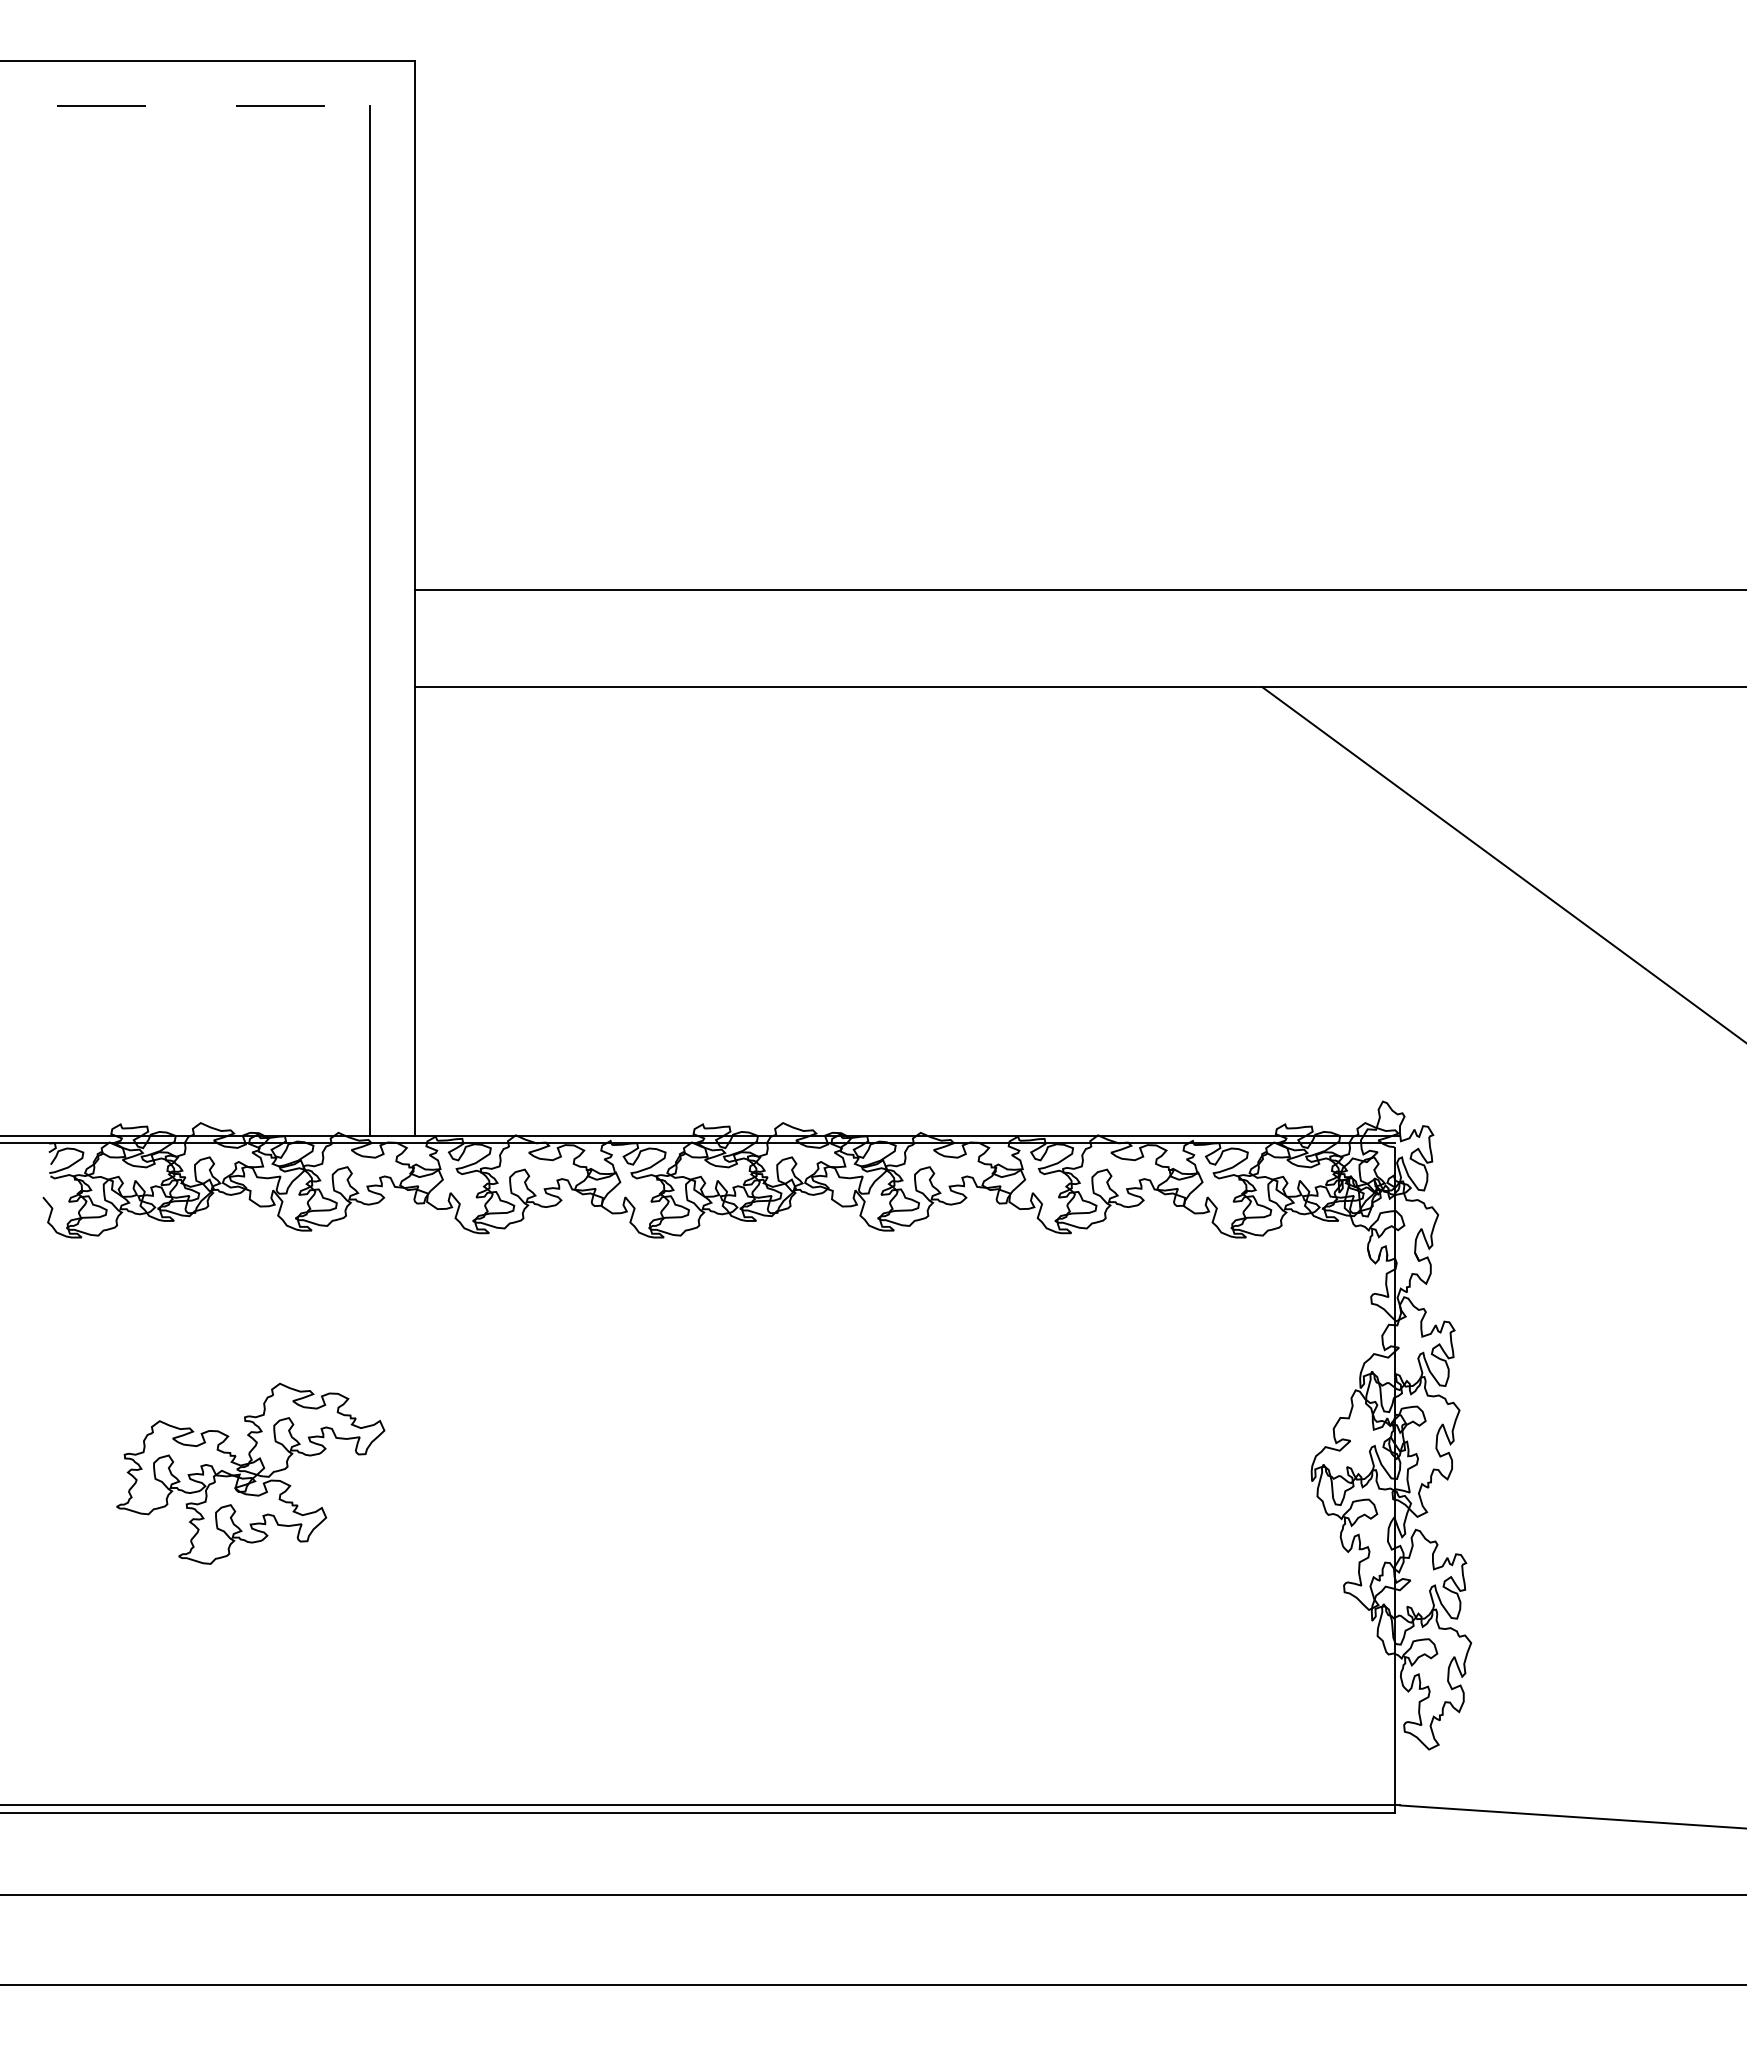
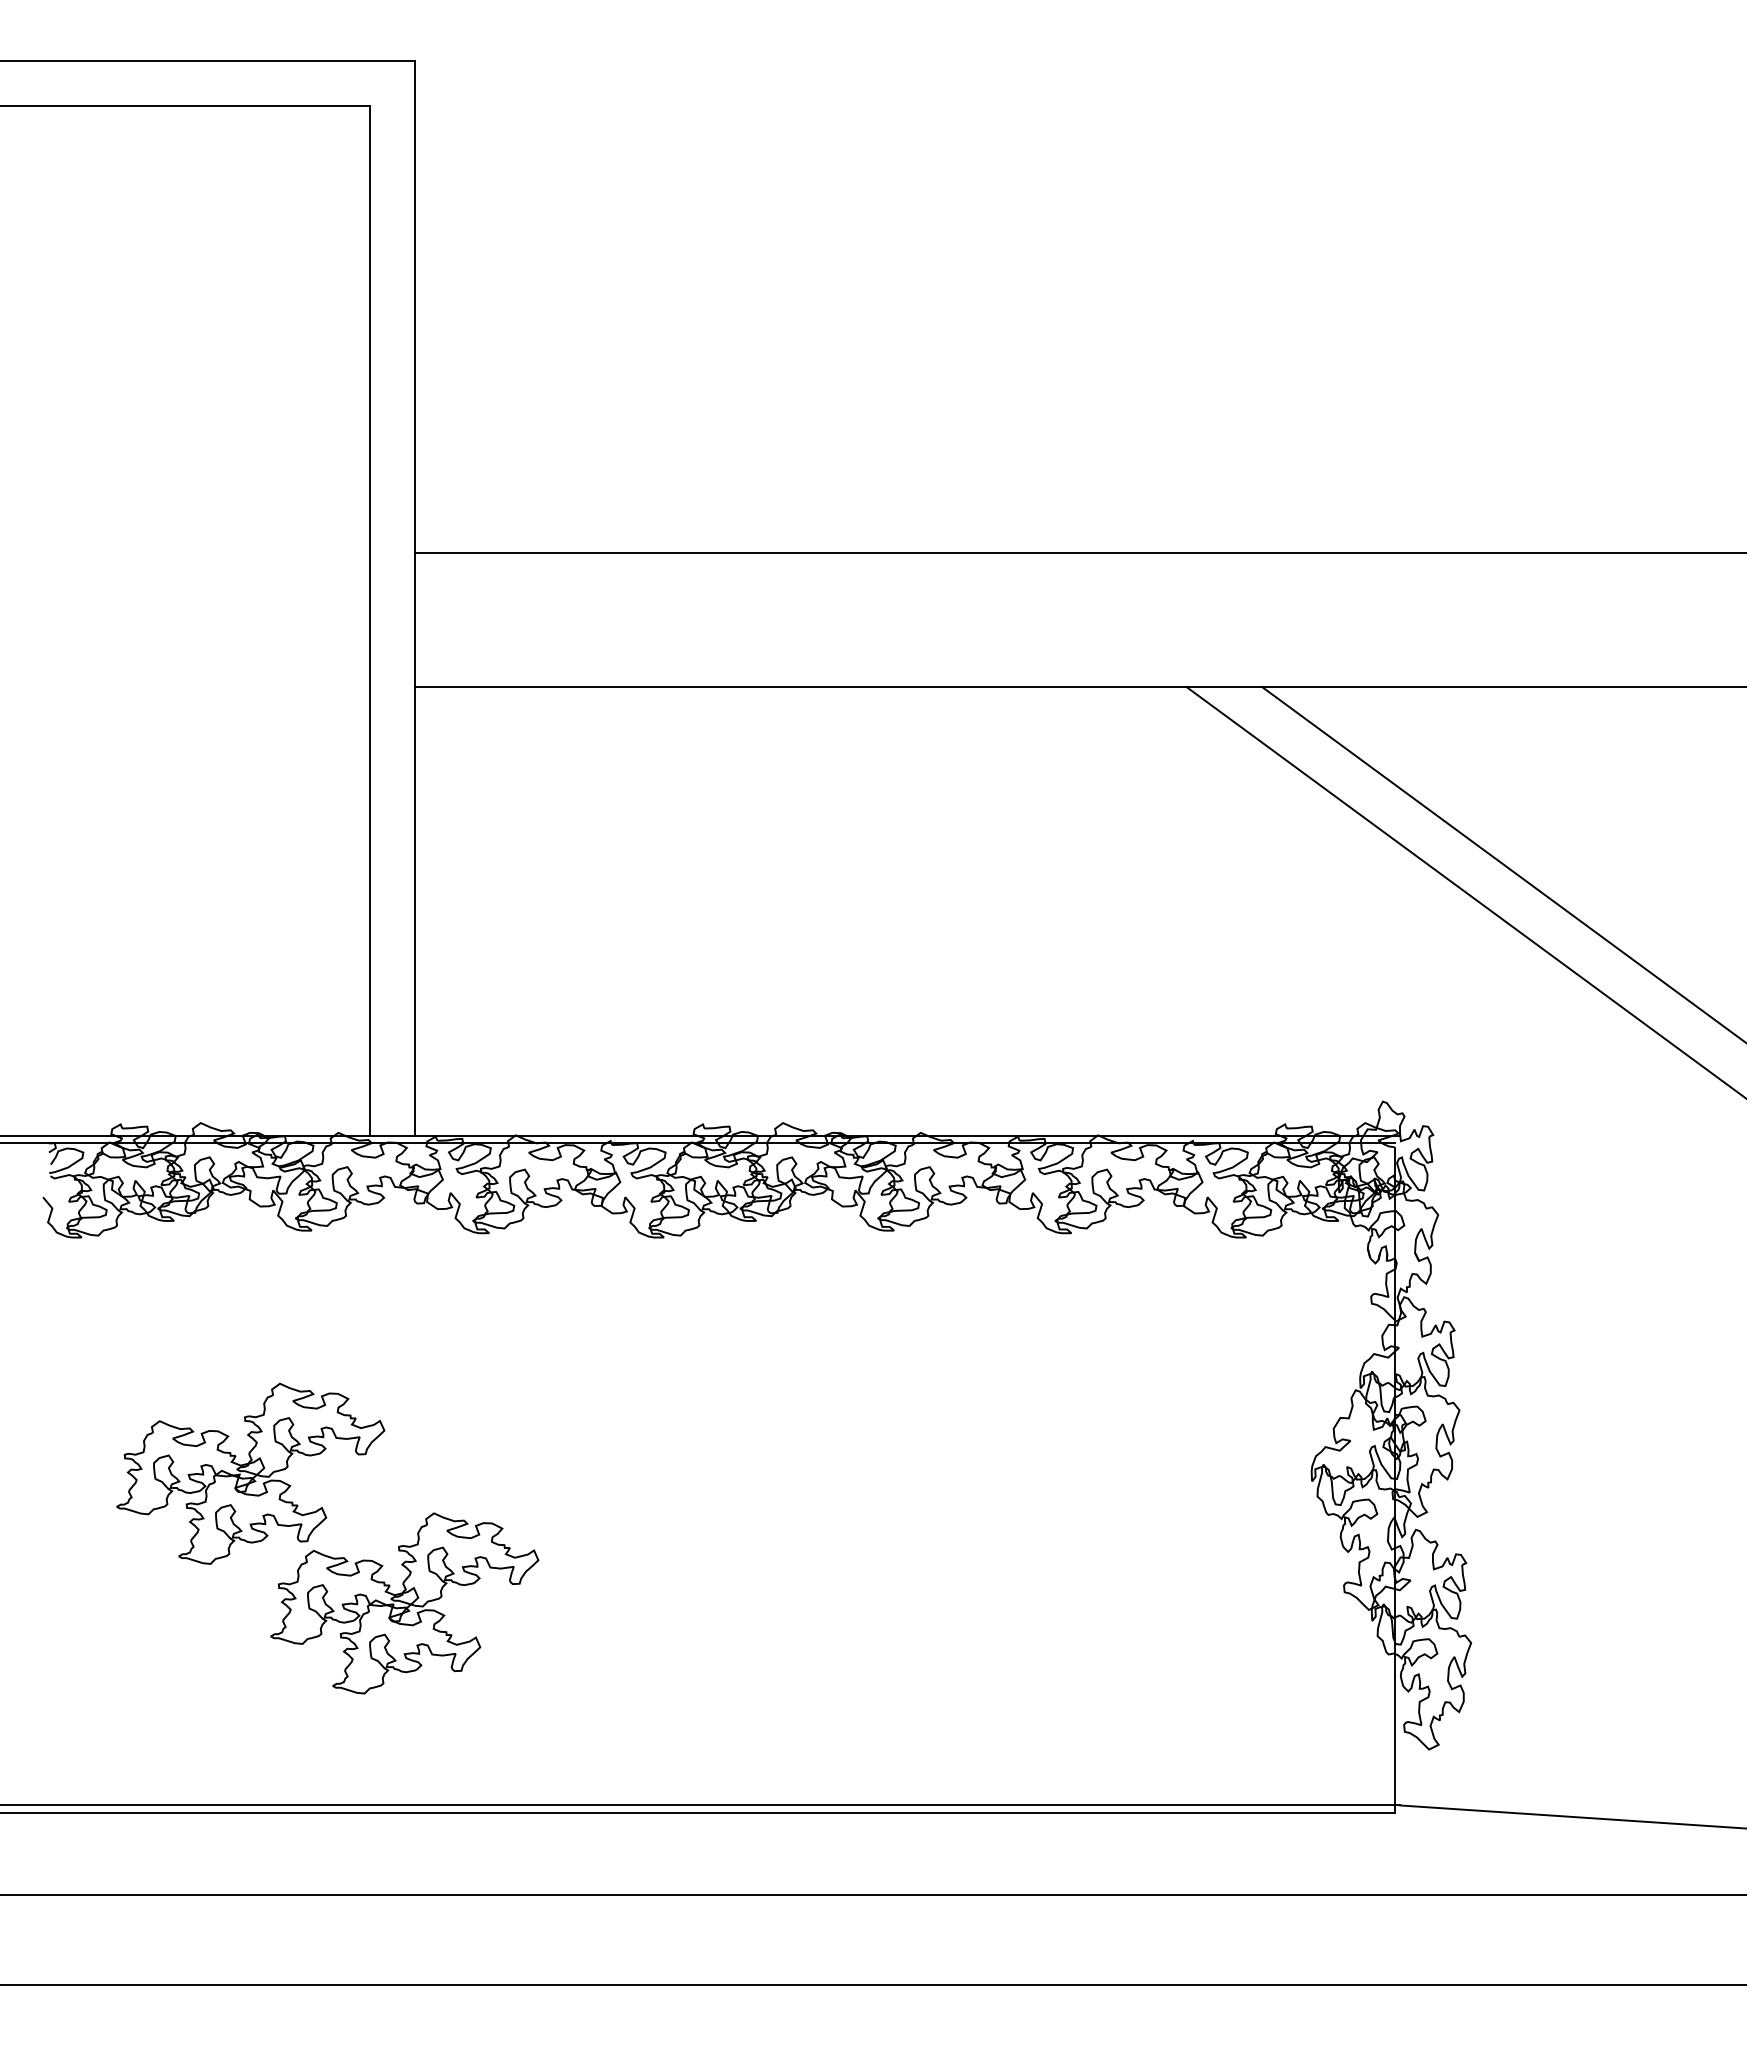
line at (185, 106): dashed -> solid
line at (1078, 589) position: (1078, 589) -> (1078, 552)
line at (1464, 891): none -> present
part at (404, 1603): none -> present
